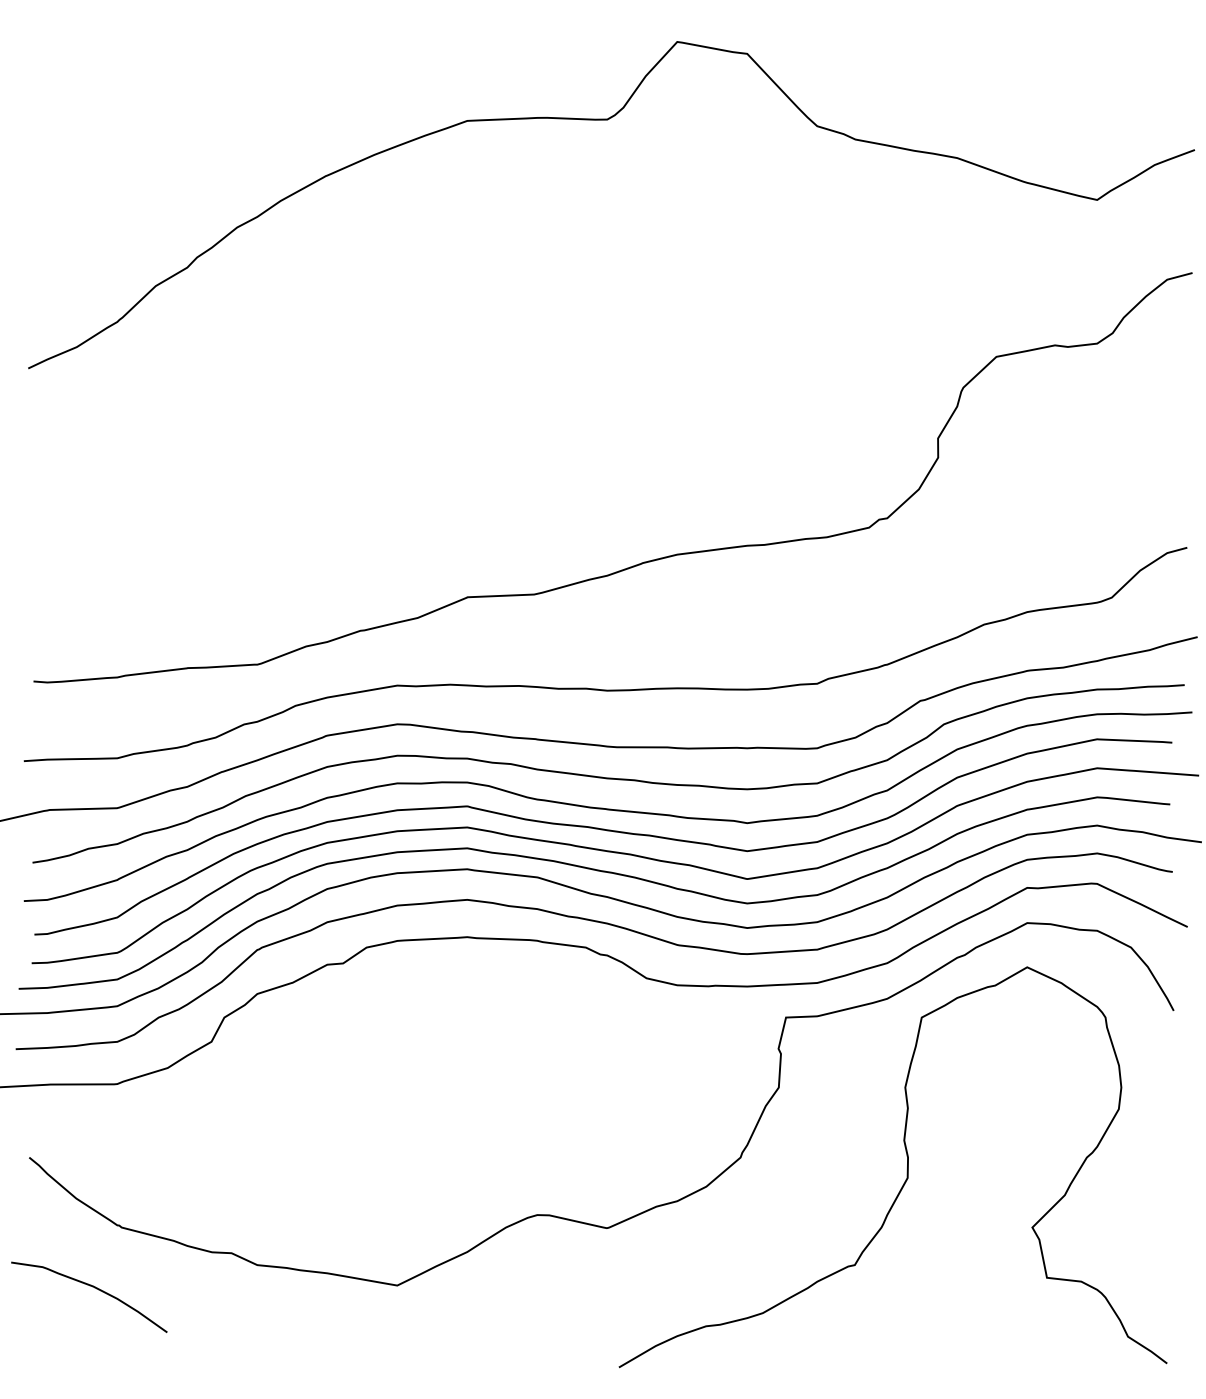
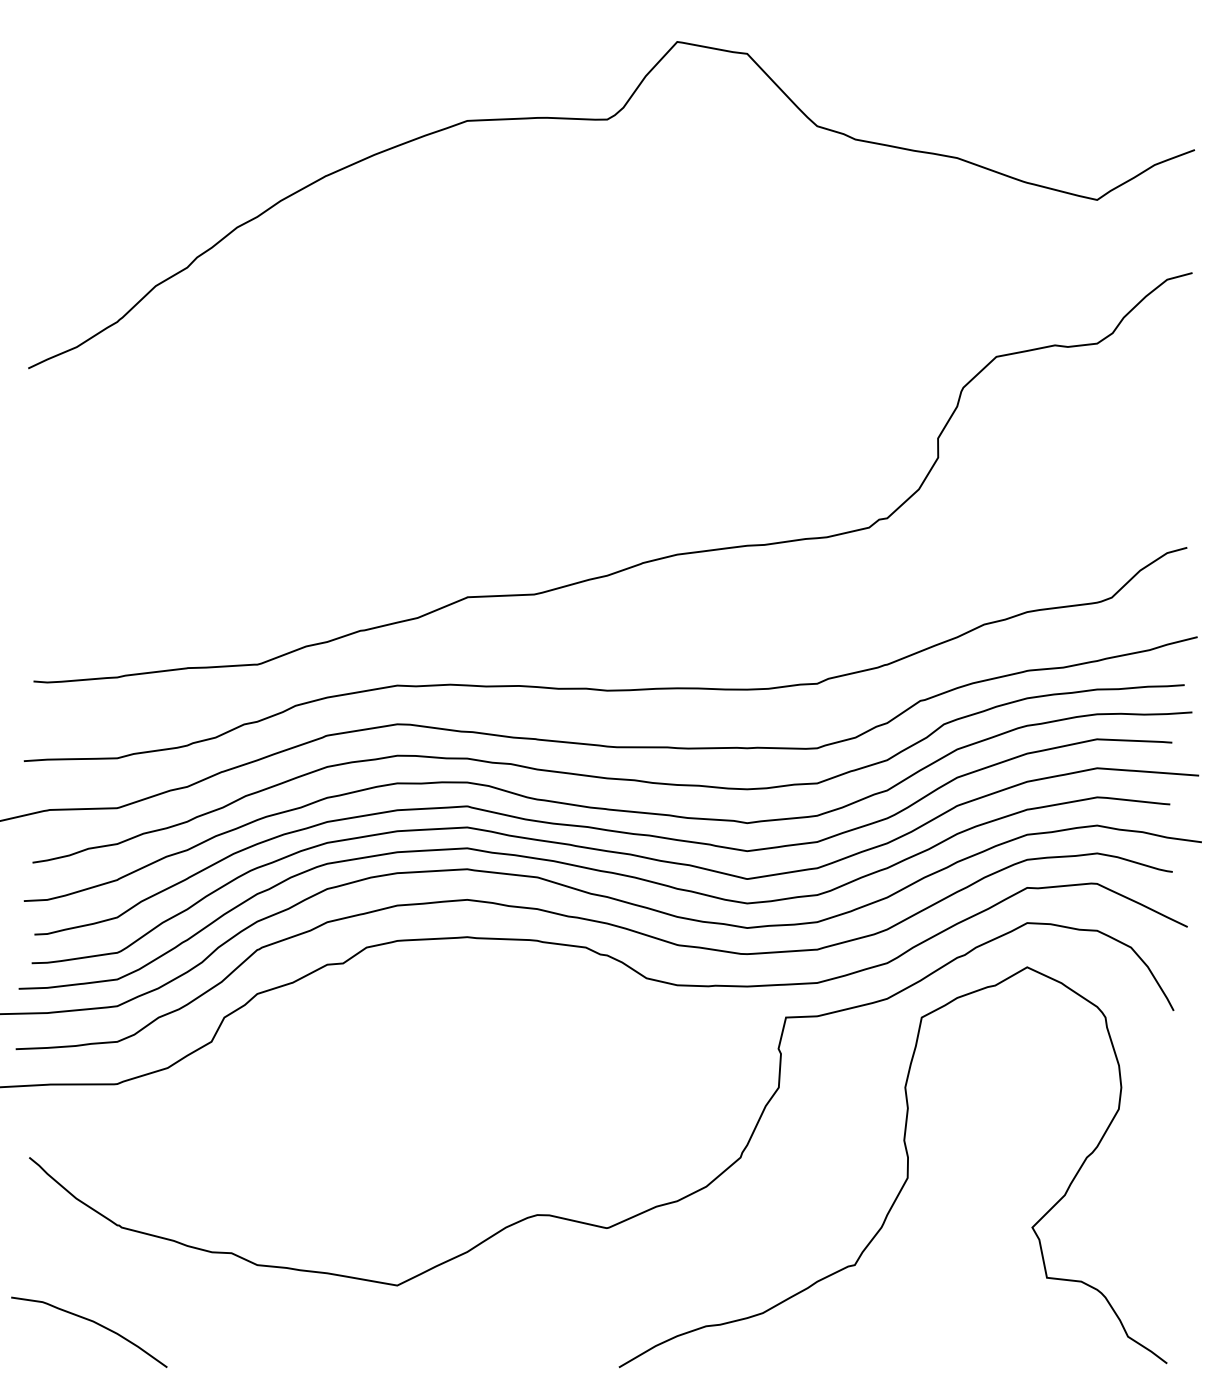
curve at (94, 1288) position: (94, 1288) -> (94, 1323)
